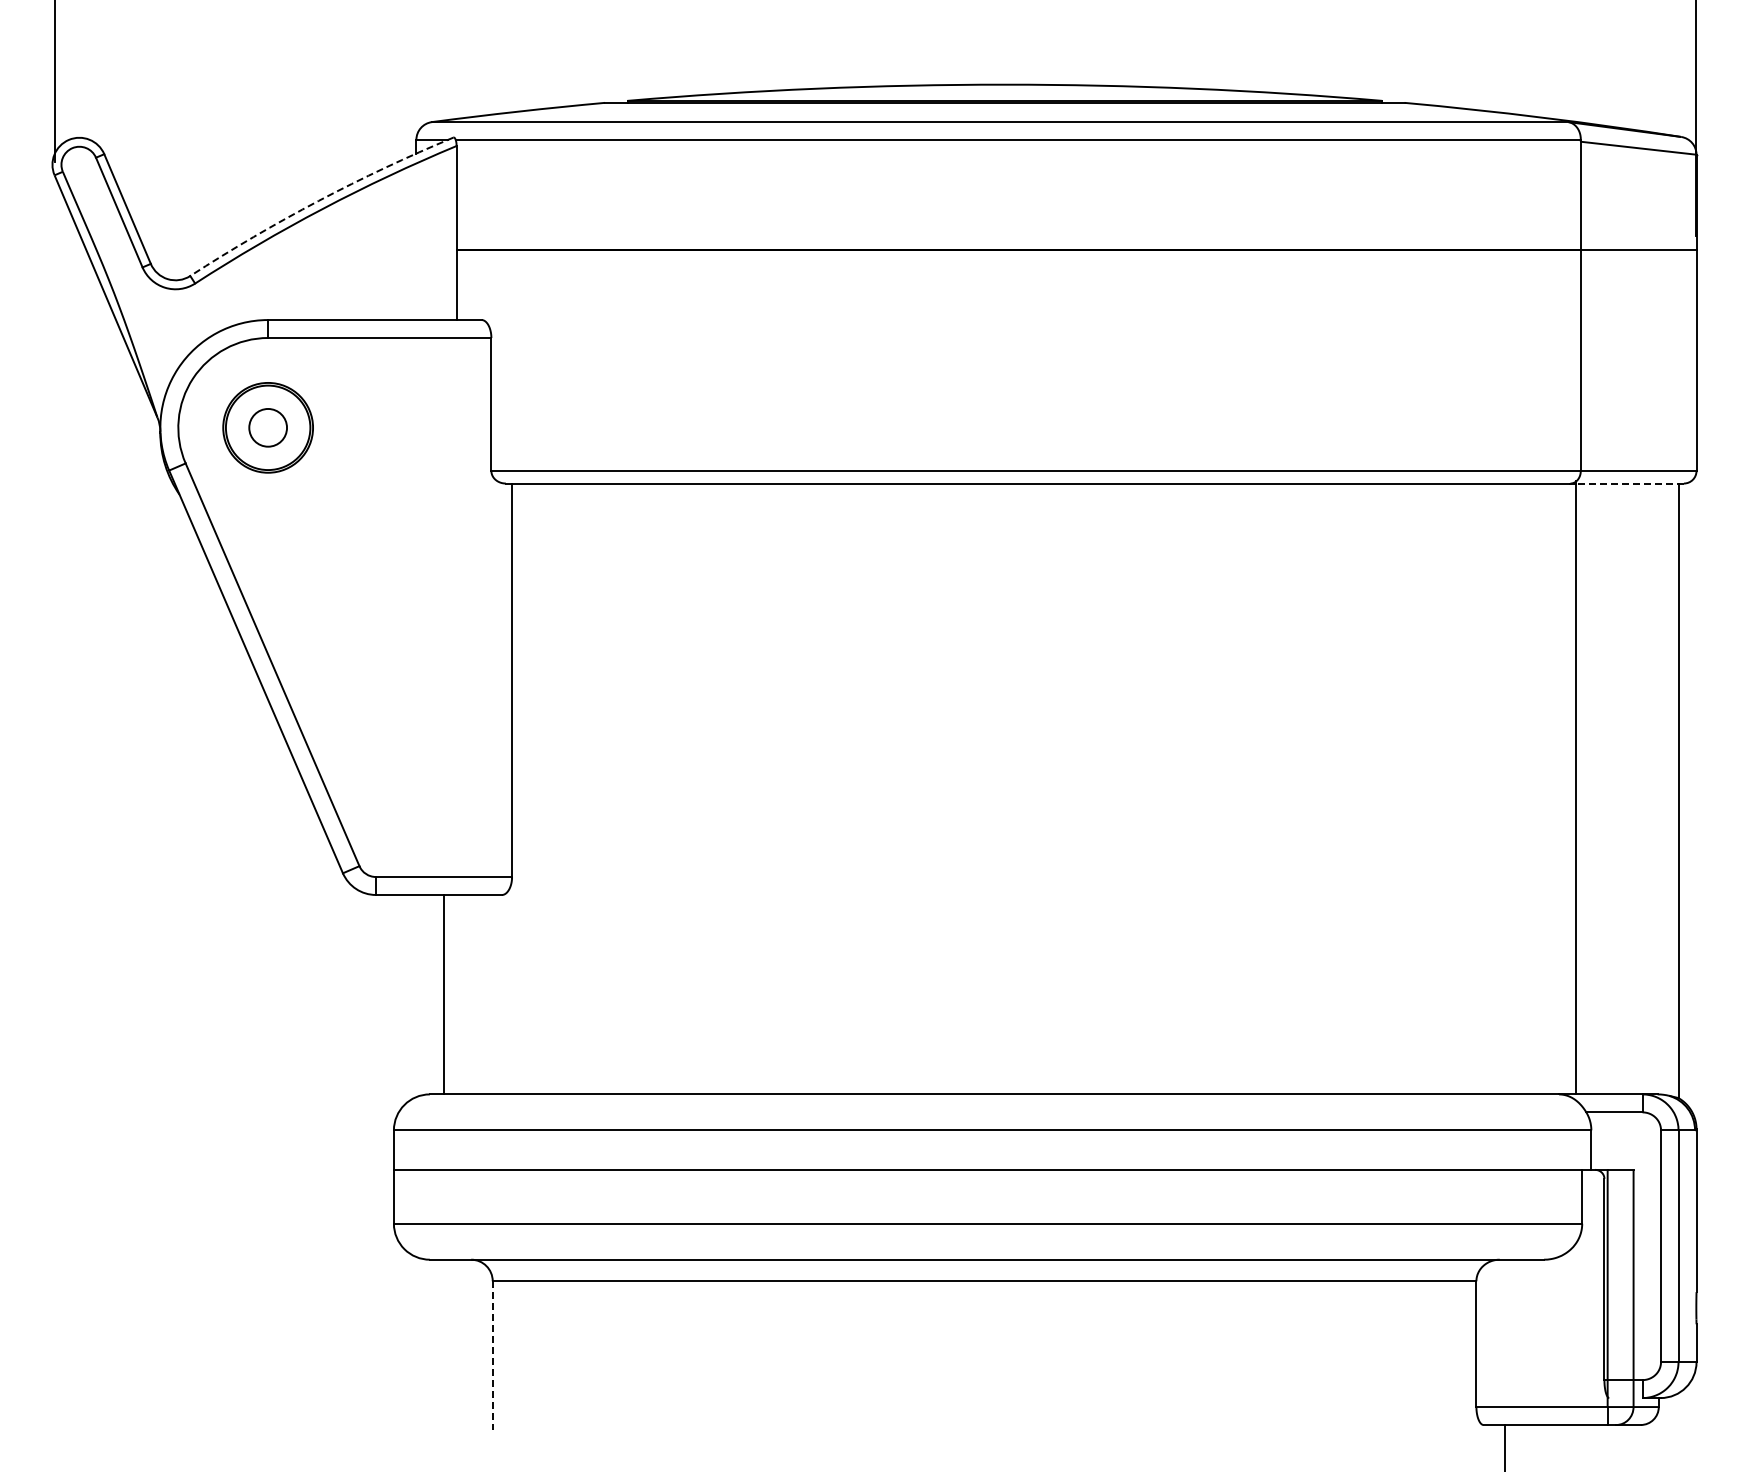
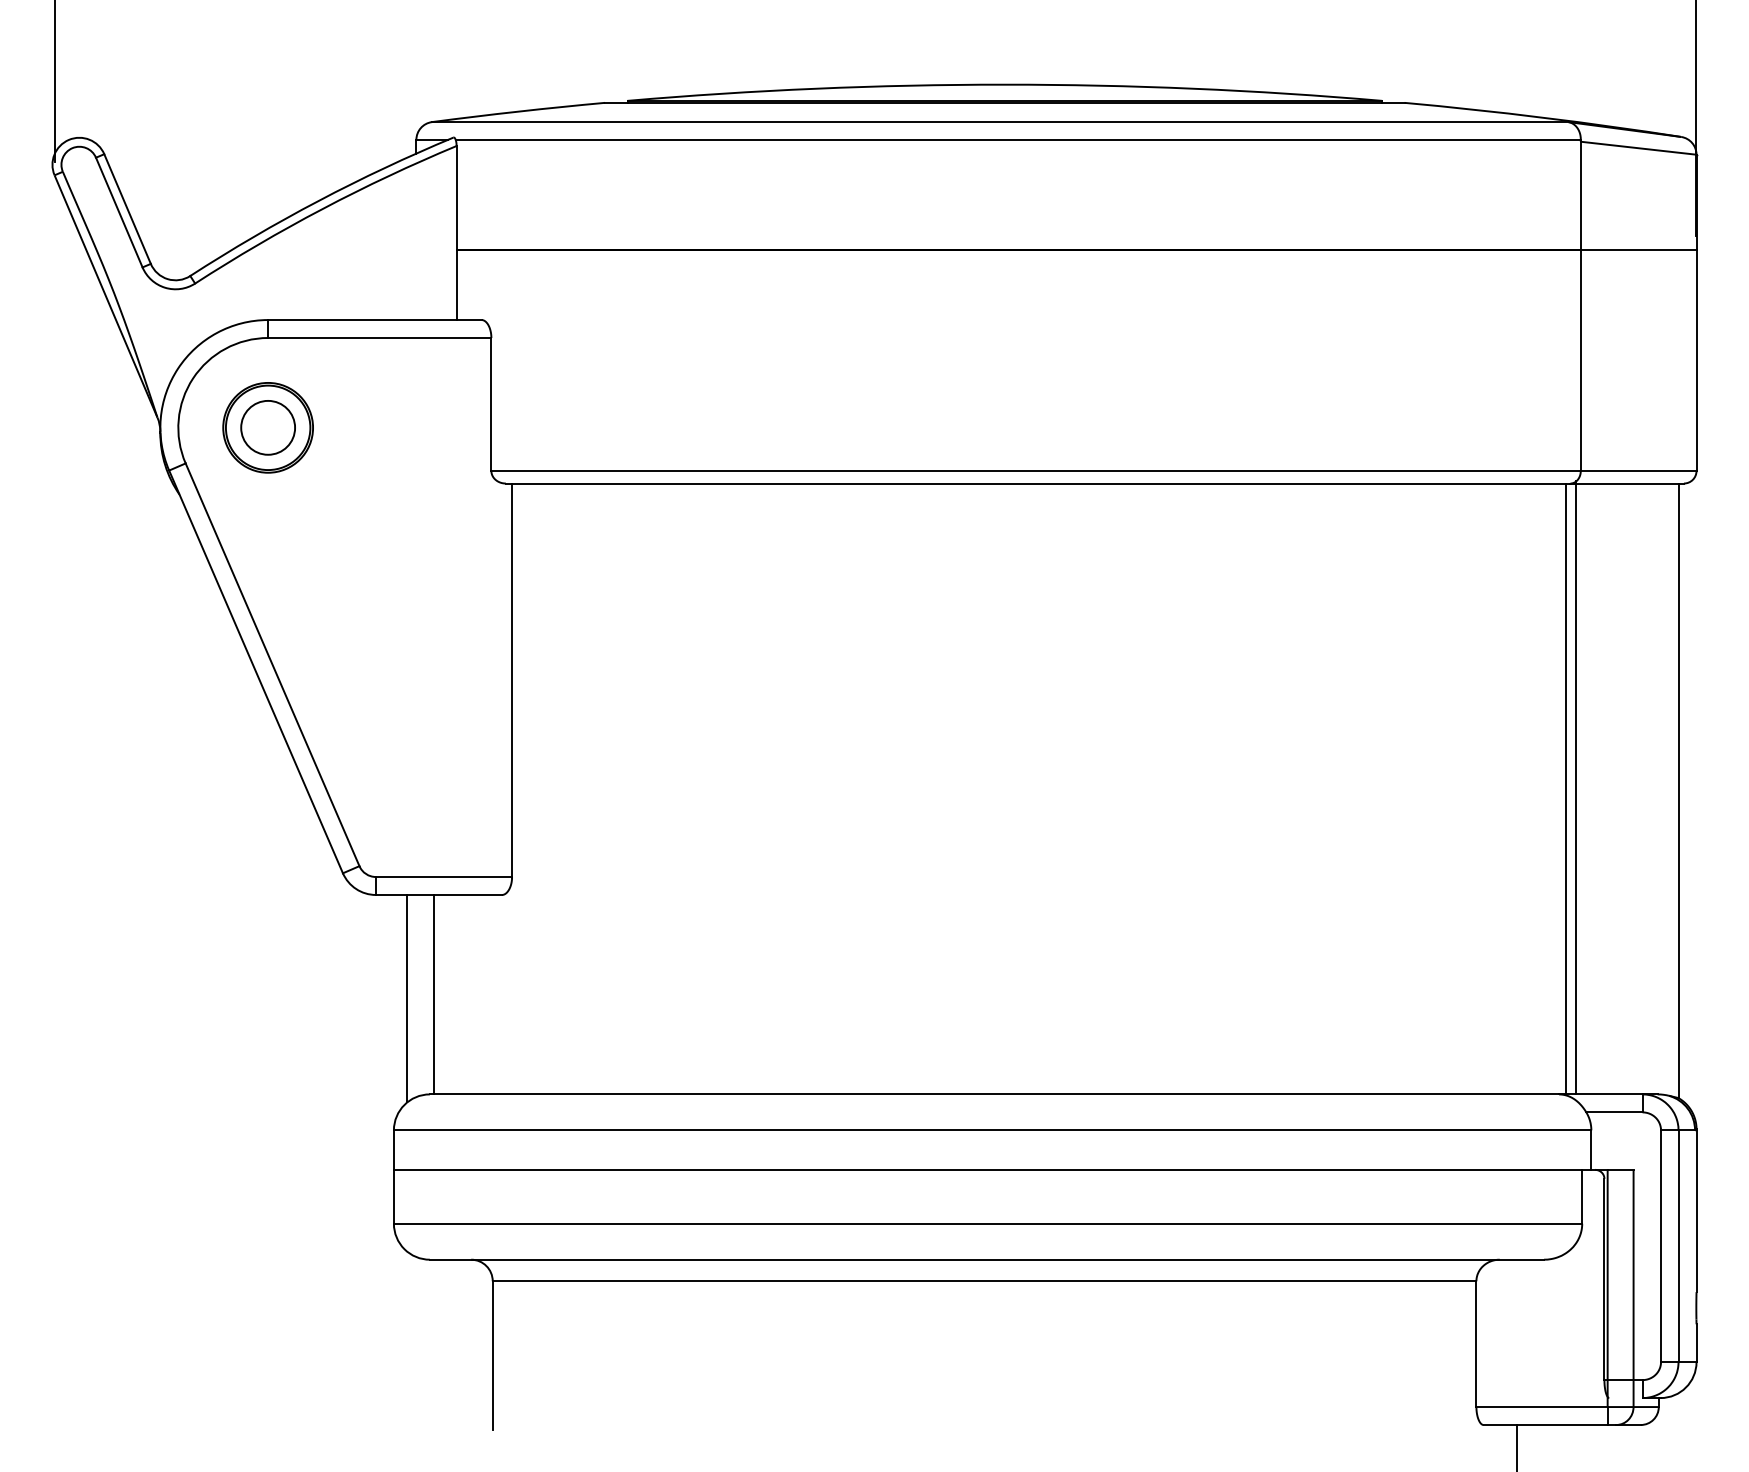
arc at (318, 200): dashed -> solid
circle at (268, 427) diameter: 38 px -> 54 px
line at (1630, 483): dashed -> solid
line at (1565, 788): none -> present
line at (444, 994) position: (444, 994) -> (434, 994)
line at (407, 998): none -> present
line at (492, 1355): dashed -> solid
line at (1504, 1446) position: (1504, 1446) -> (1516, 1446)
